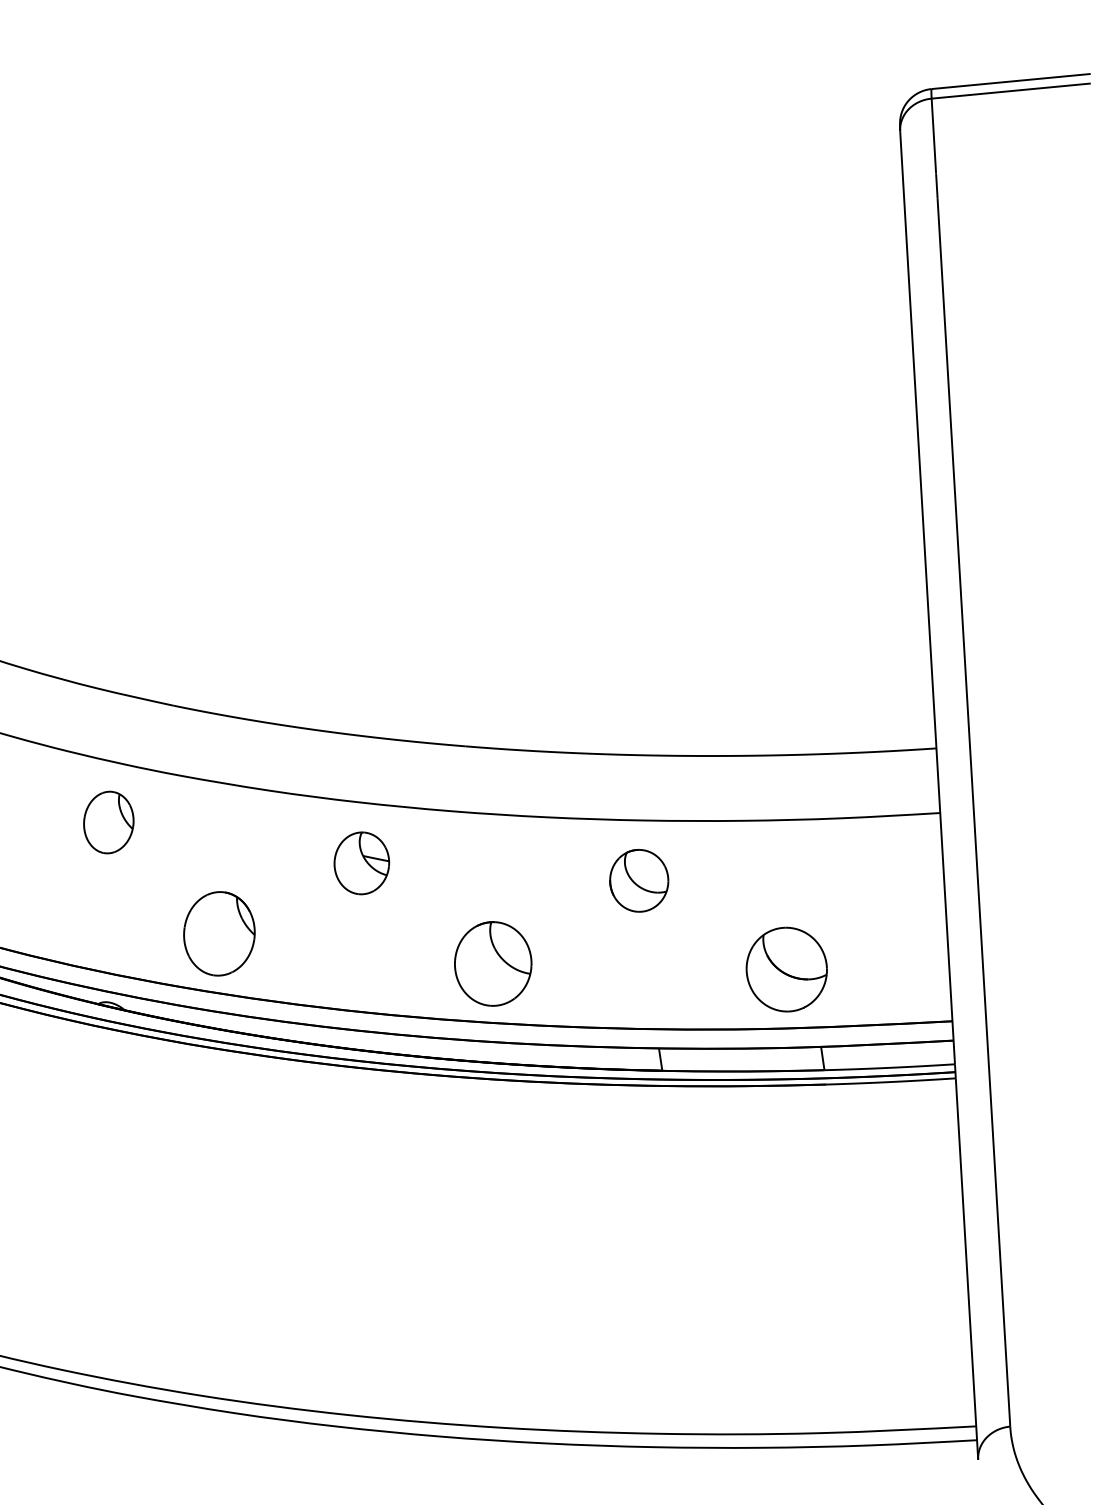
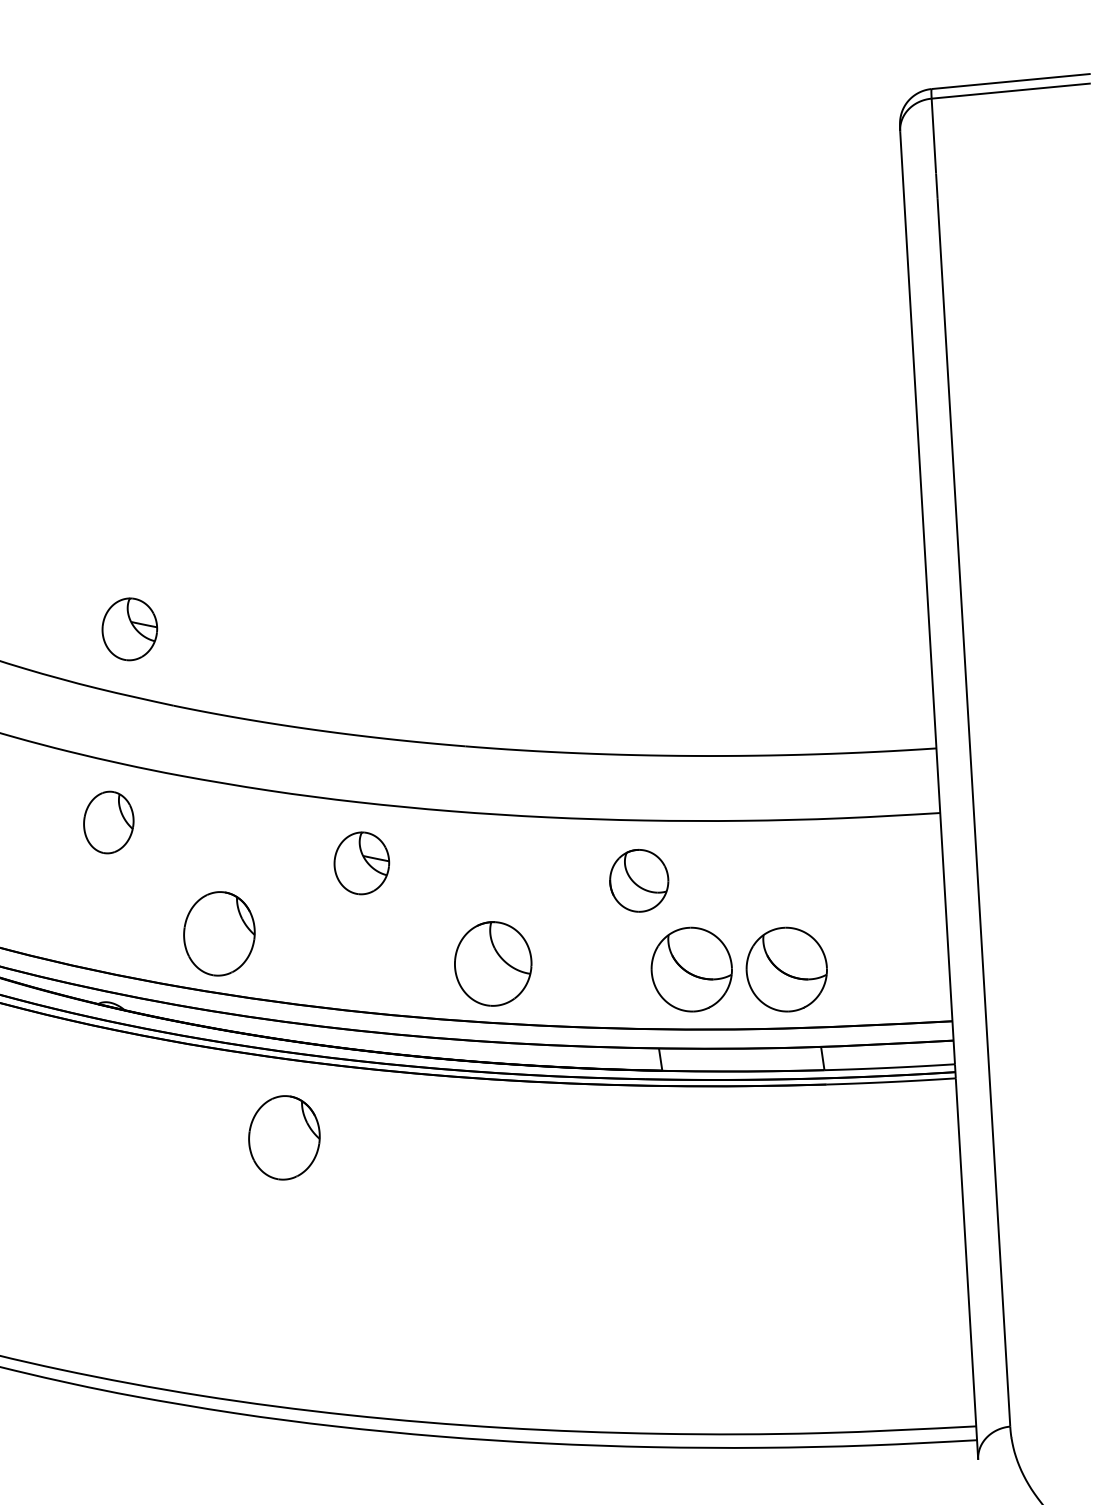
part at (129, 629): none -> present
part at (691, 969): none -> present
part at (284, 1137): none -> present
